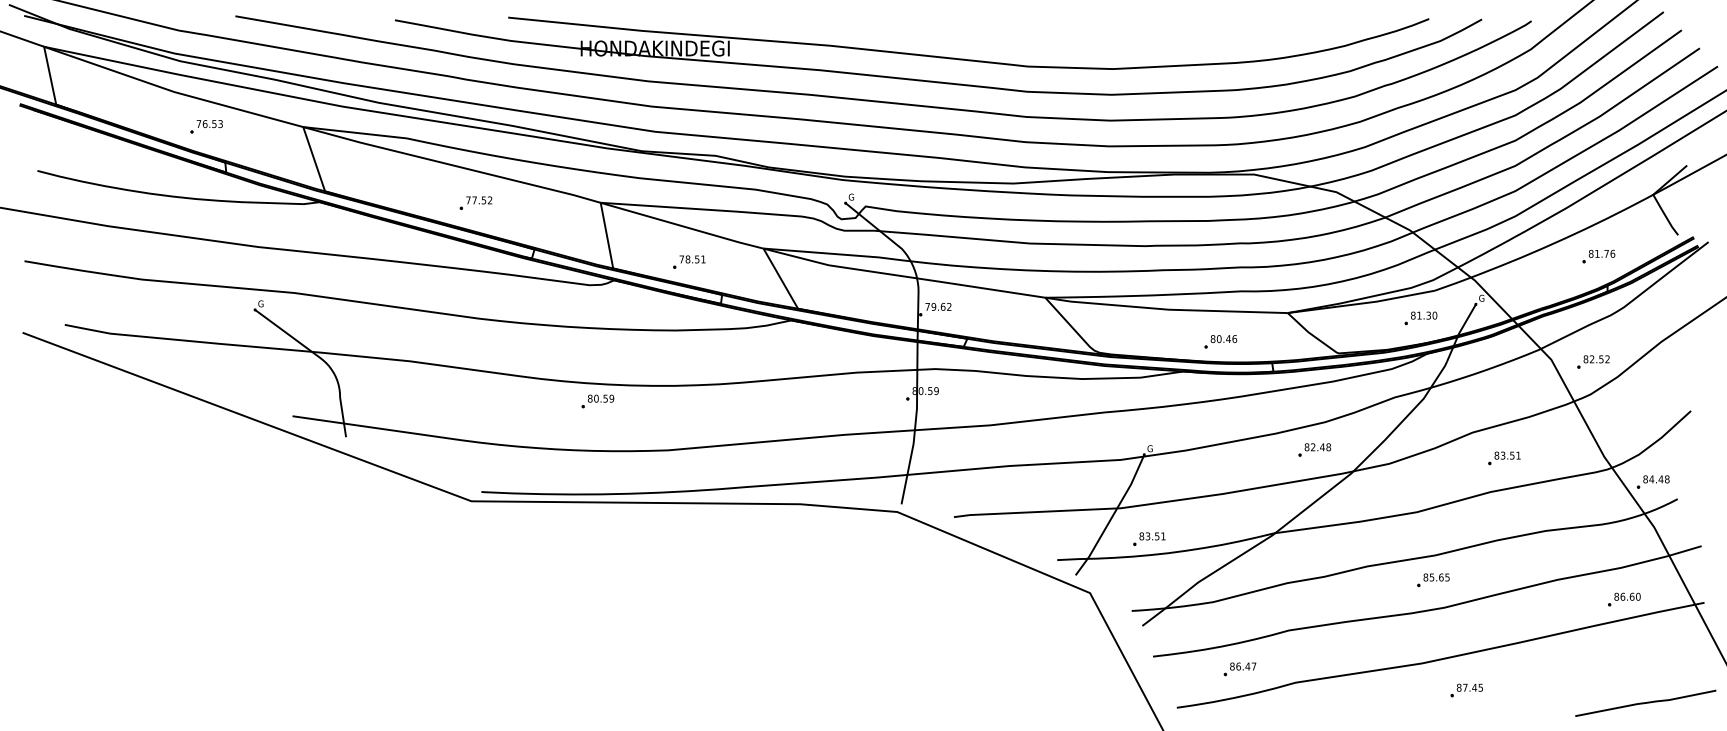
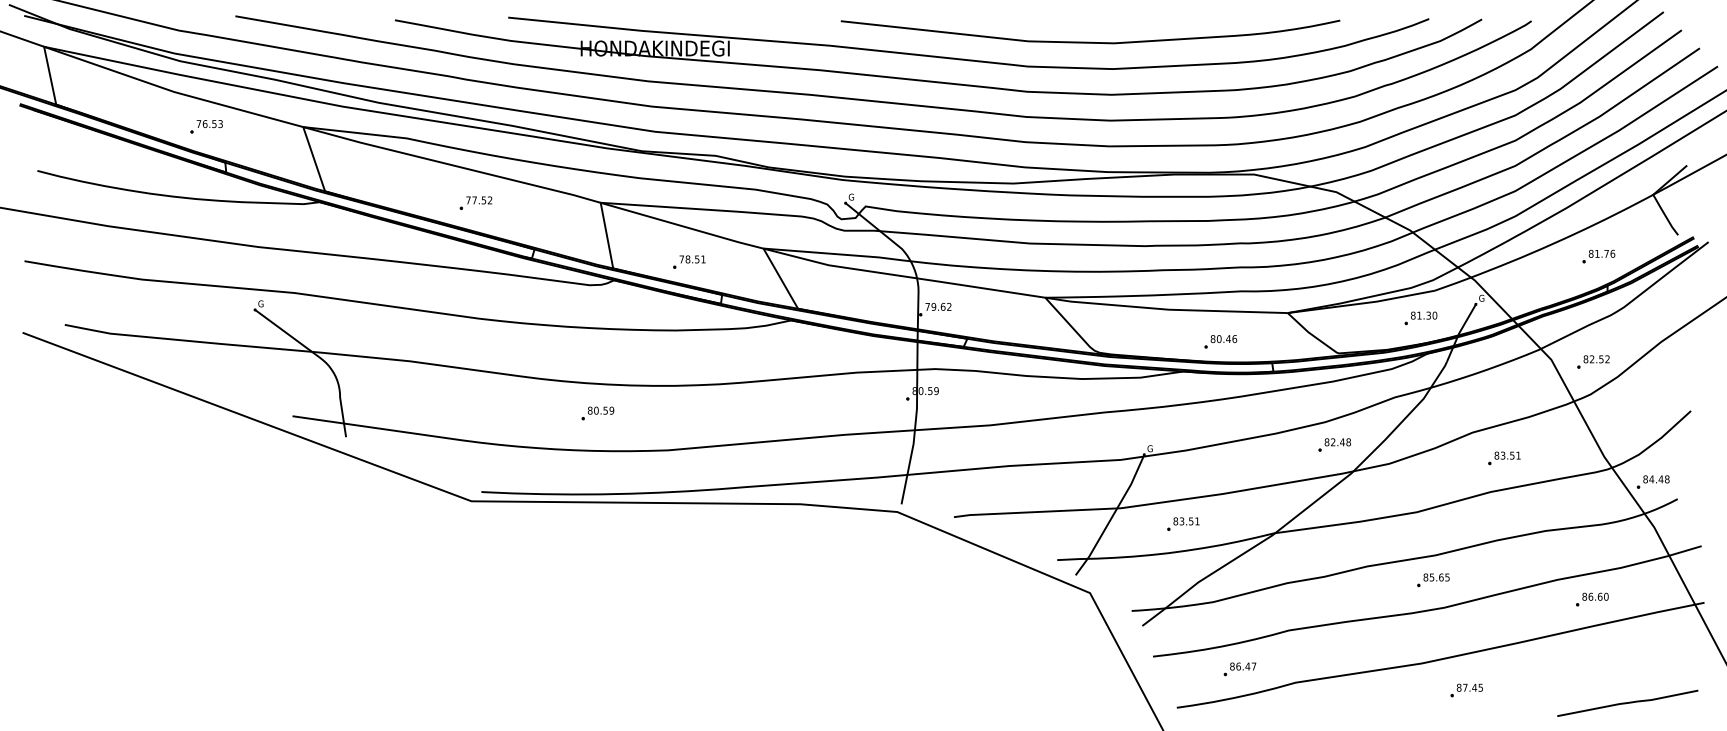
curve at (1090, 41): none -> present
part at (597, 401) position: (597, 401) -> (597, 413)
part at (1314, 449) position: (1314, 449) -> (1334, 444)
part at (1149, 538) position: (1149, 538) -> (1183, 523)
part at (1624, 599) position: (1624, 599) -> (1592, 599)
curve at (1645, 702) position: (1645, 702) -> (1627, 702)
